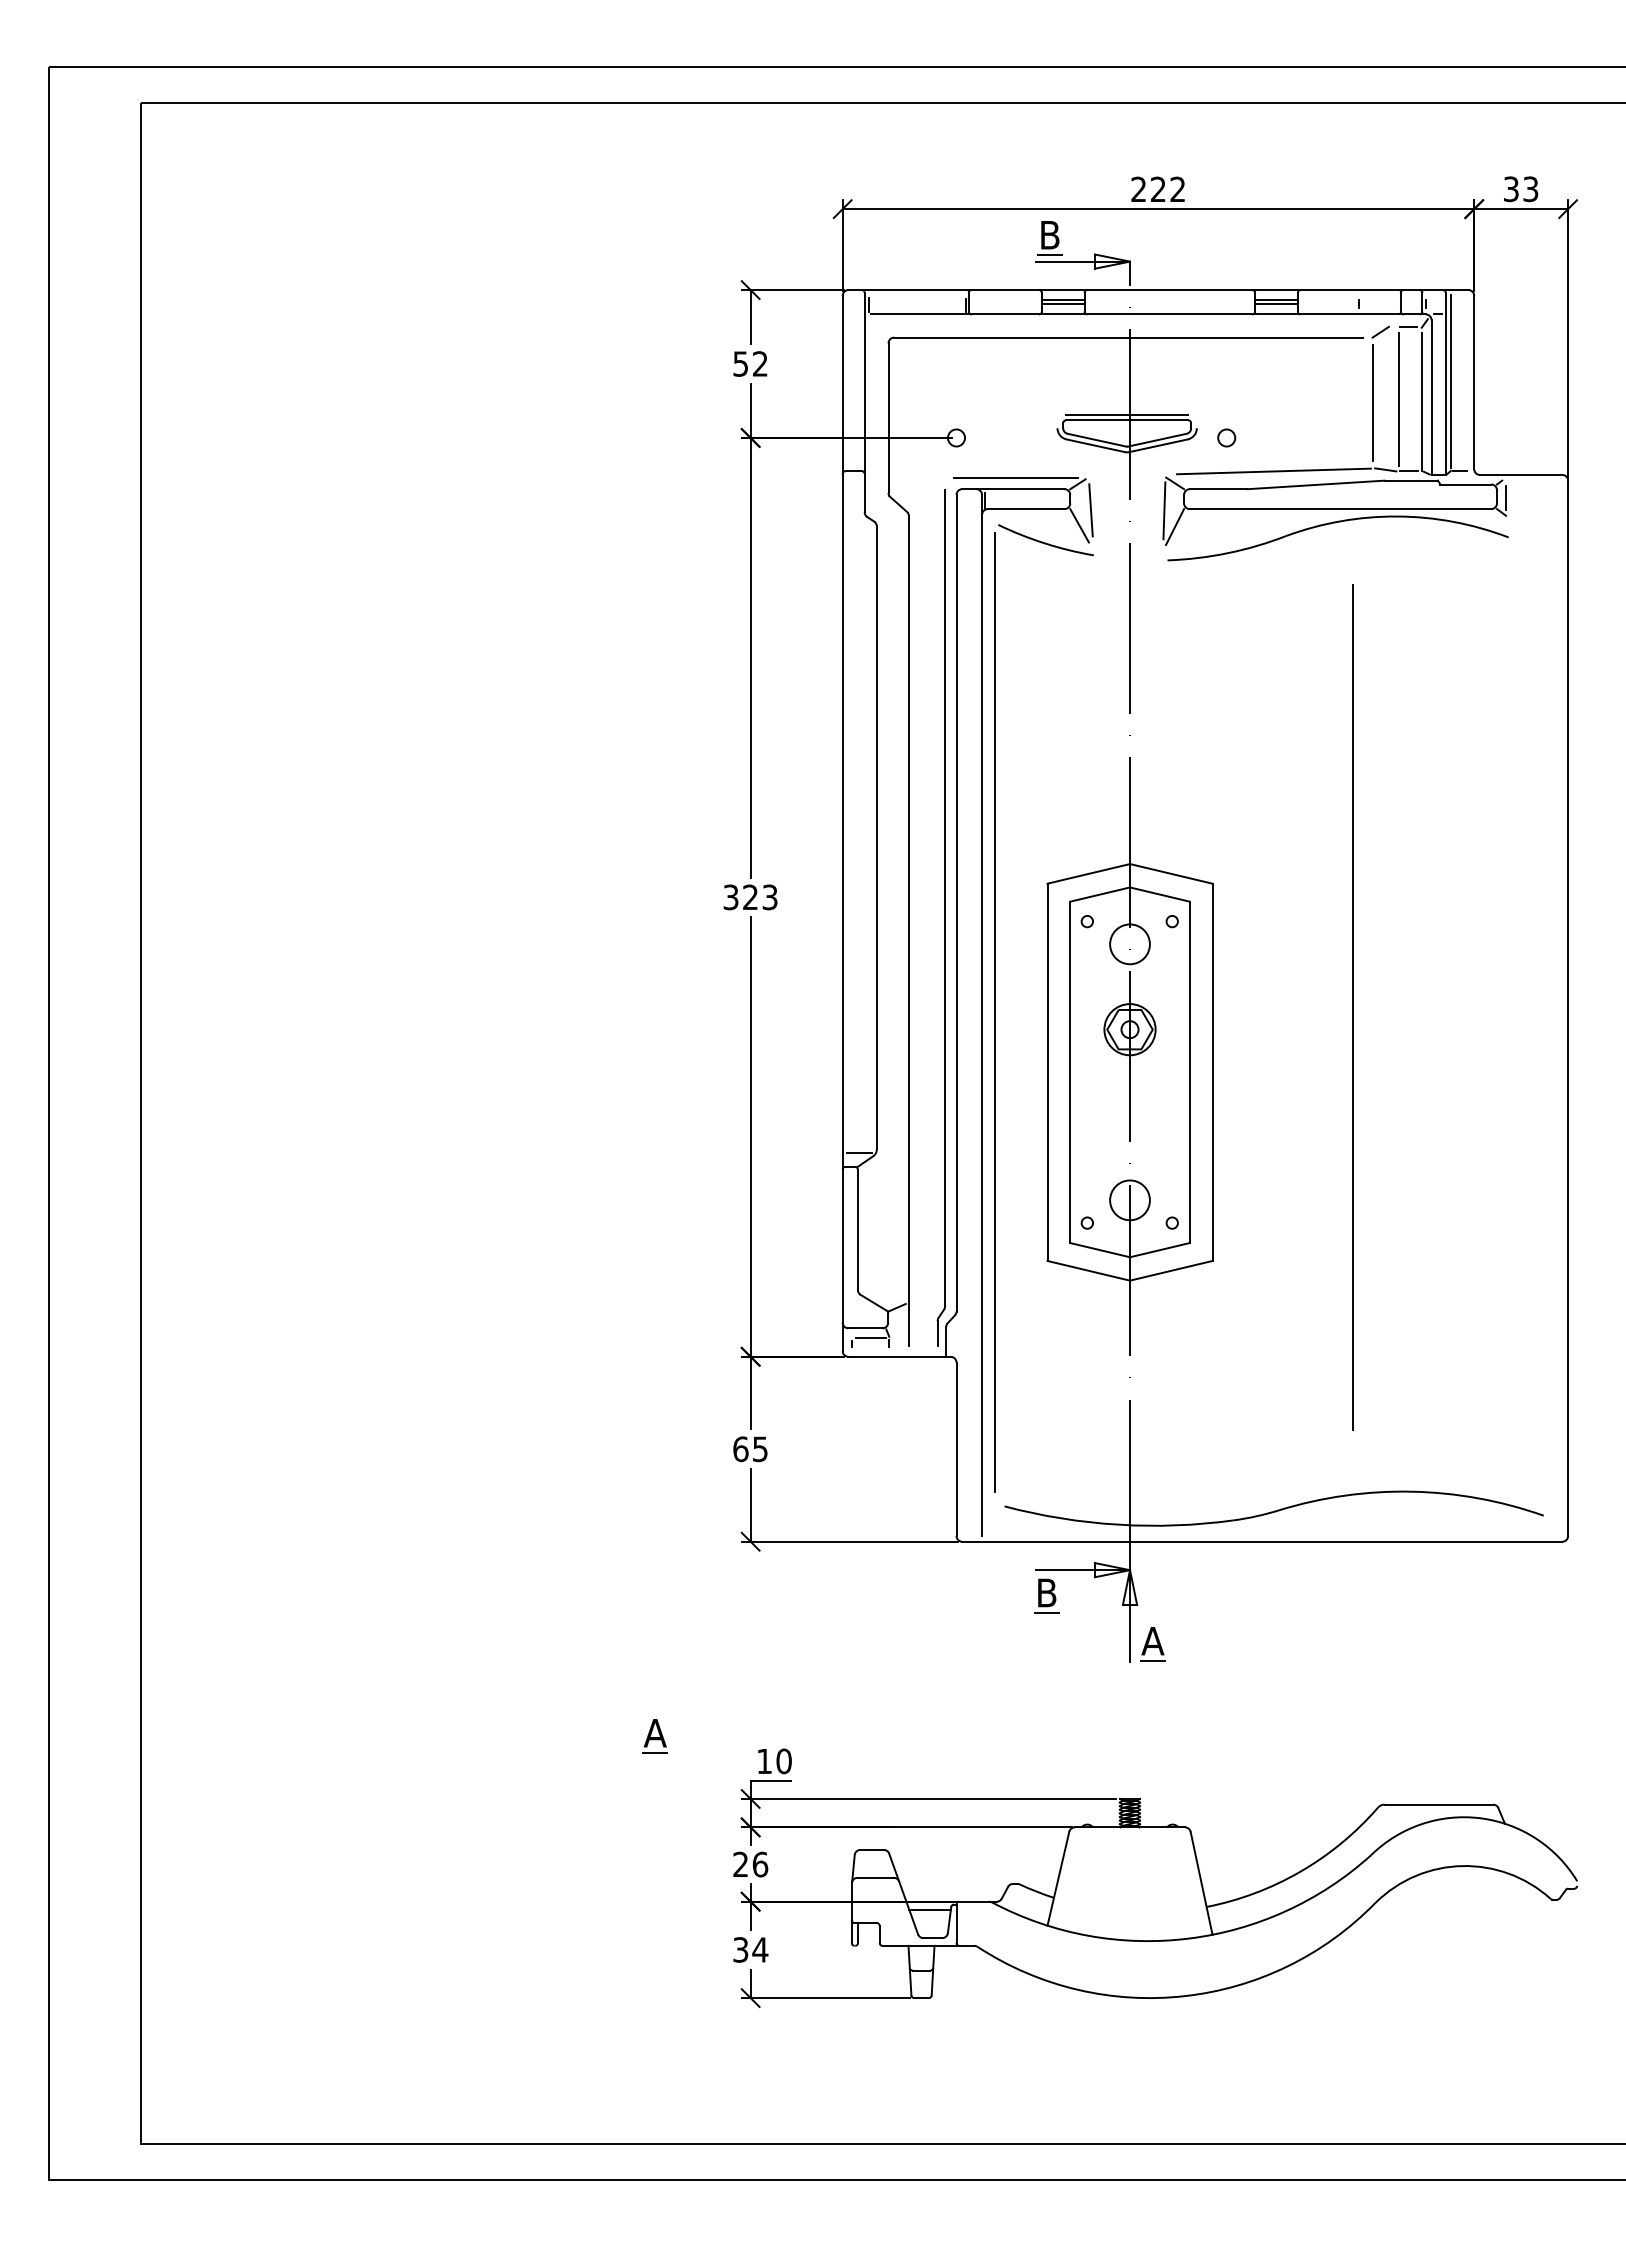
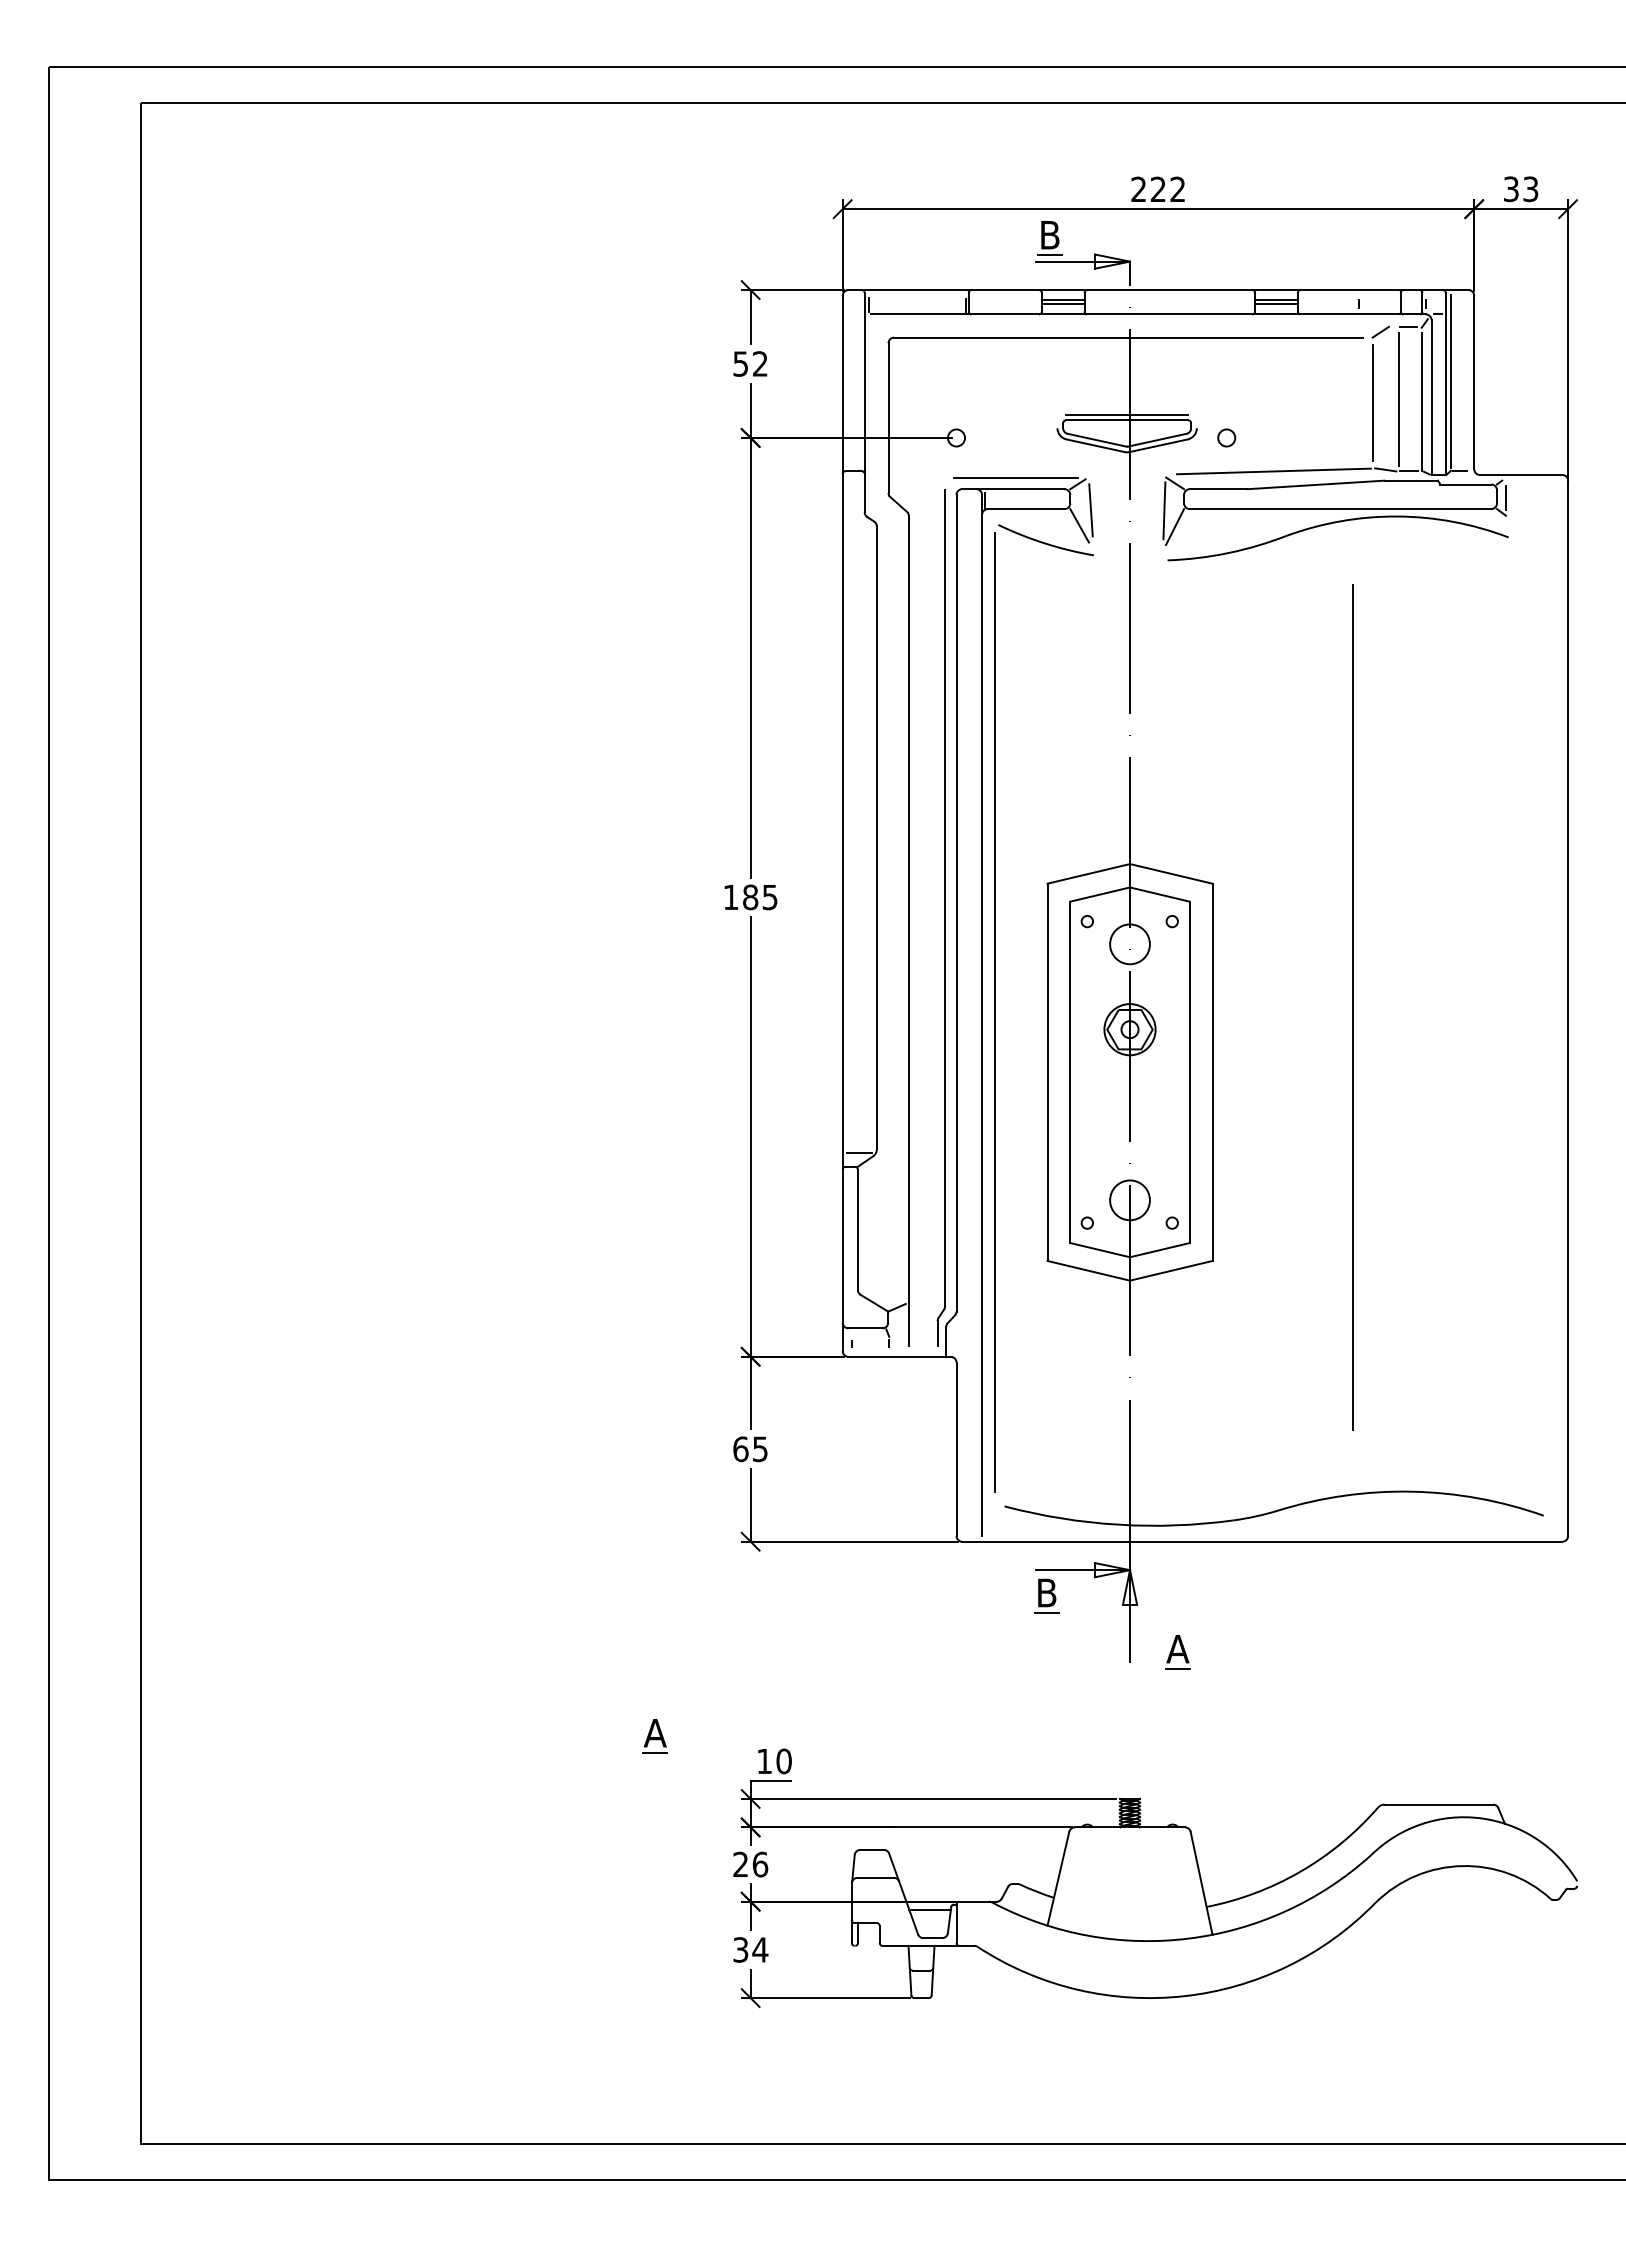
text at (750, 897): 323 -> 185
line at (870, 1337): present -> none
part at (1152, 1644) position: (1152, 1644) -> (1177, 1652)
